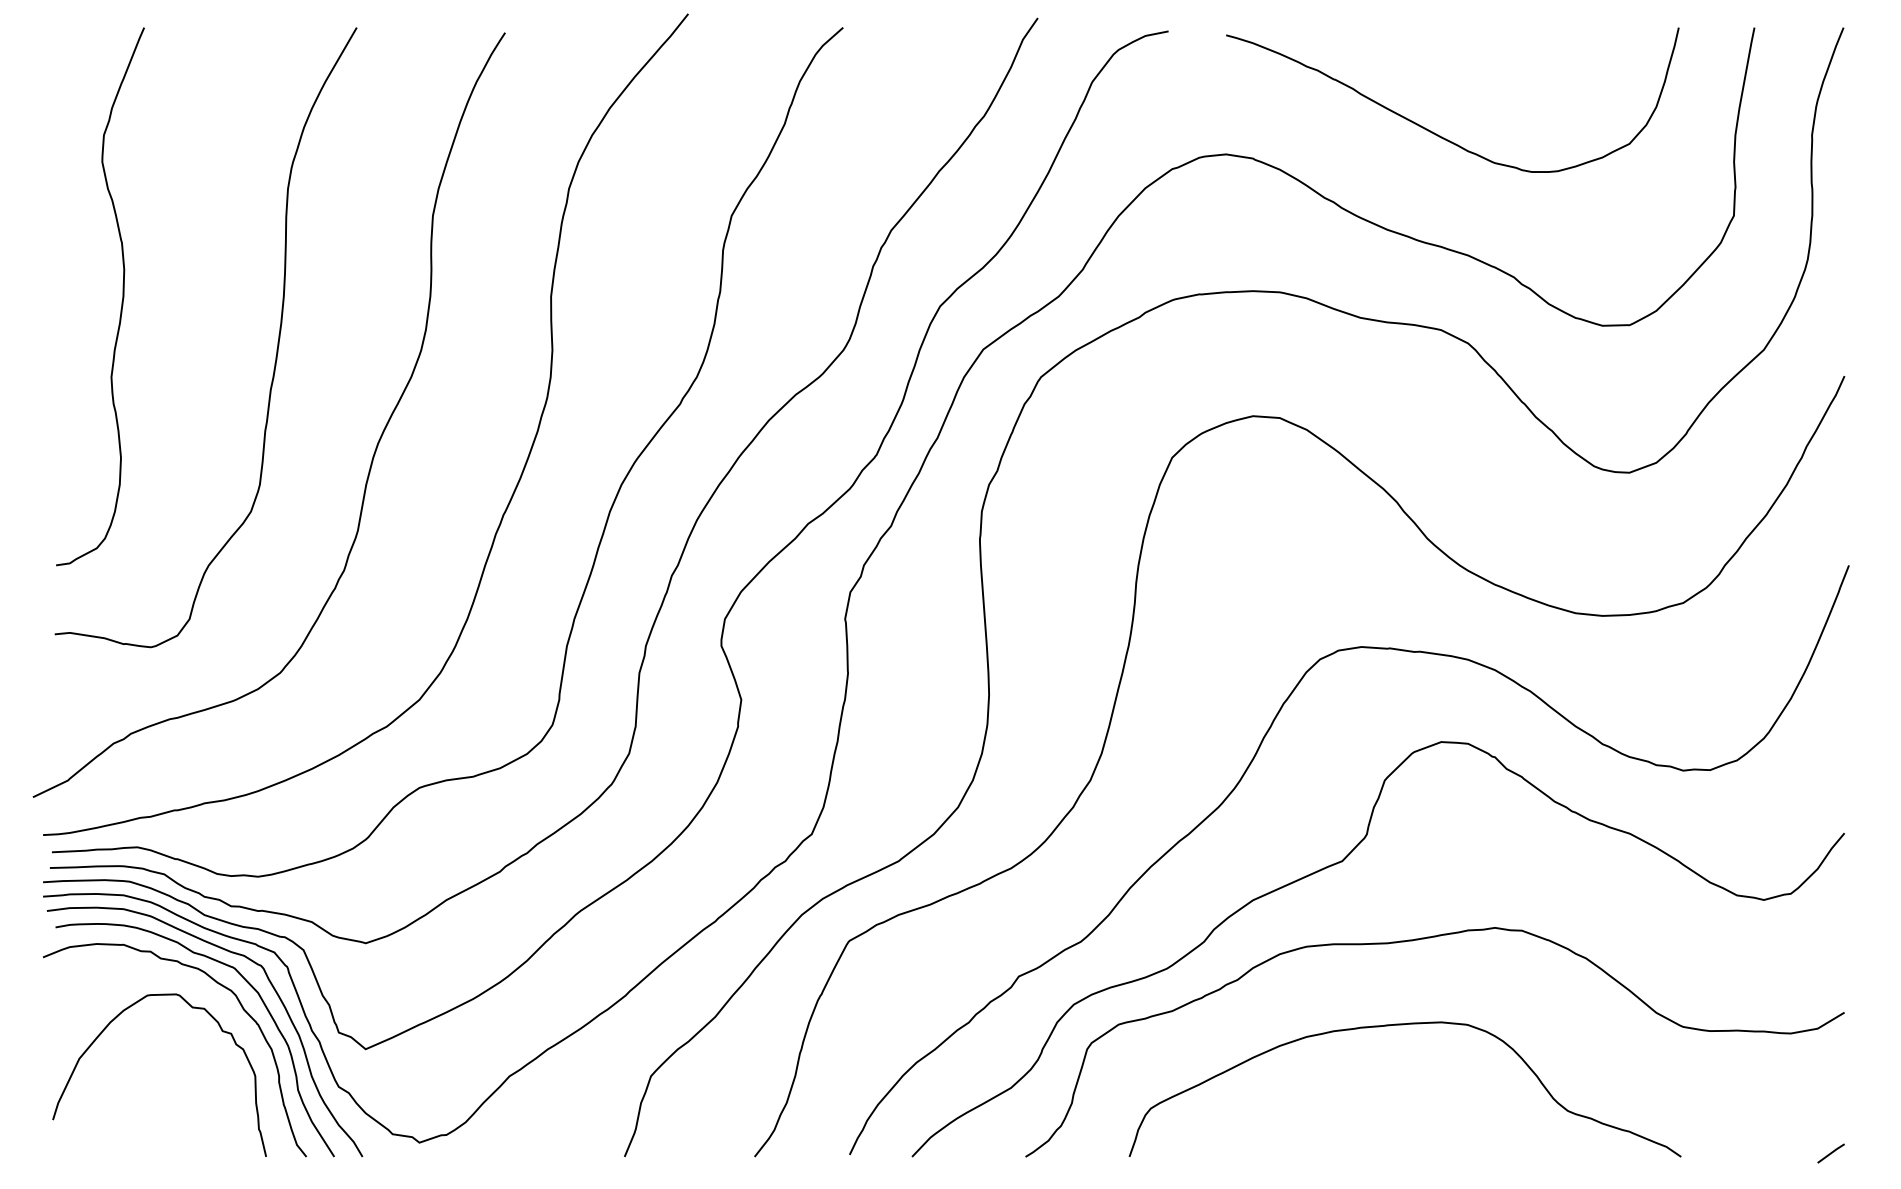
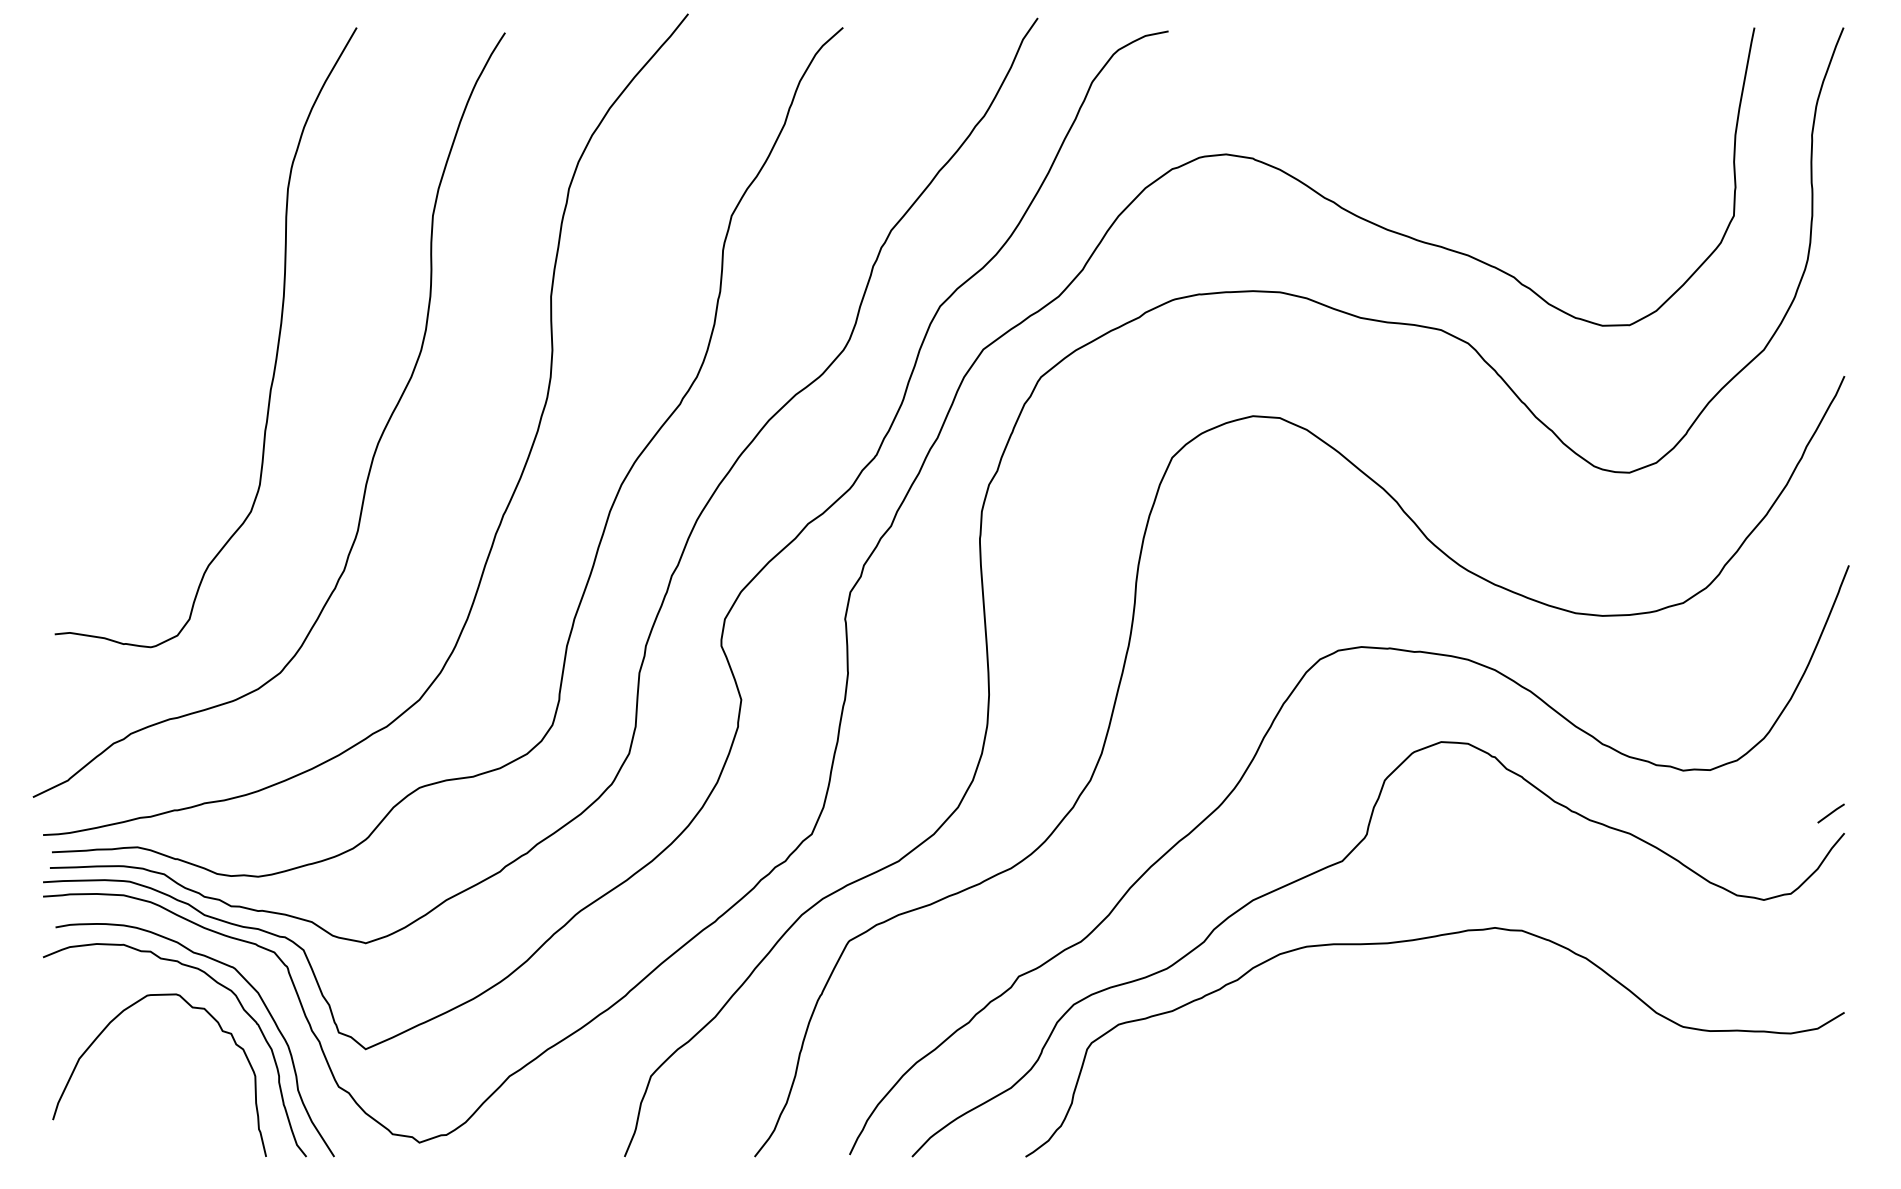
curve at (1436, 133): present -> none
curve at (121, 301): present -> none
curve at (274, 991): present -> none
curve at (1403, 1025): present -> none
line at (1830, 1153) position: (1830, 1153) -> (1830, 813)
